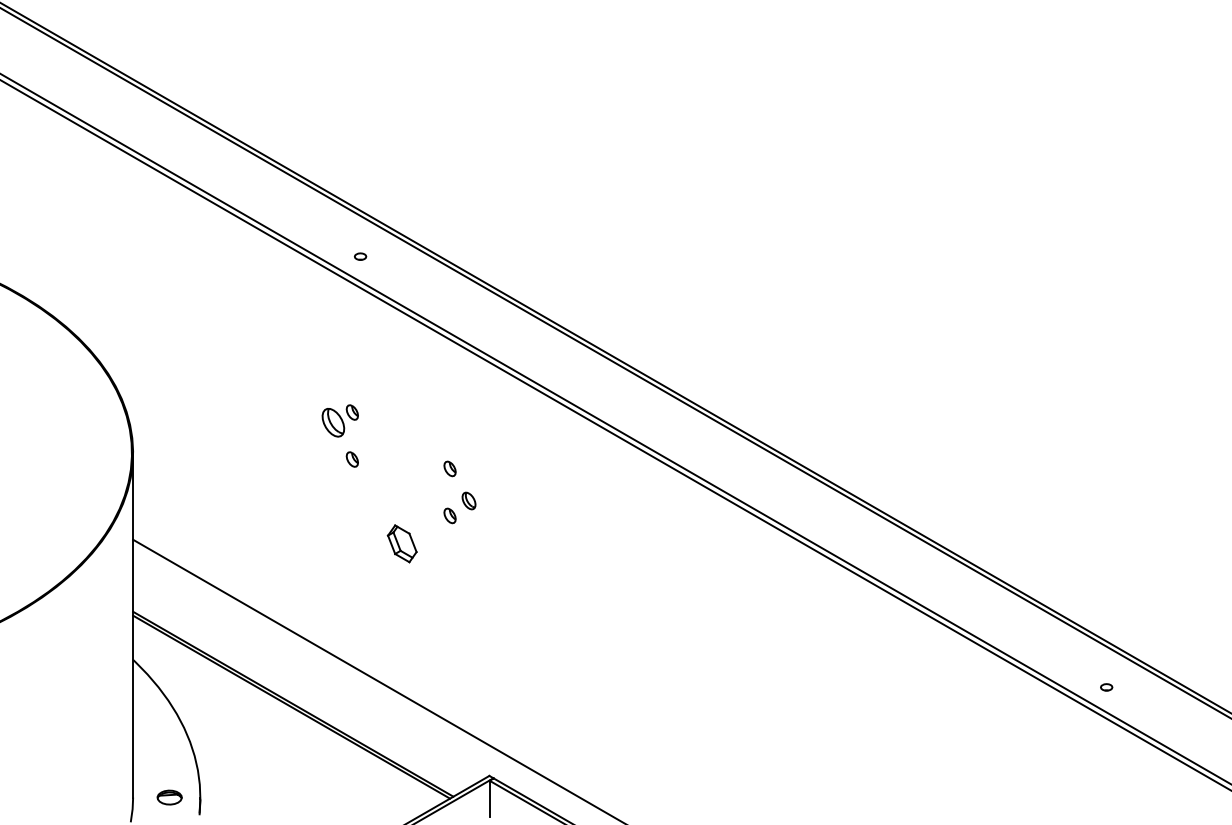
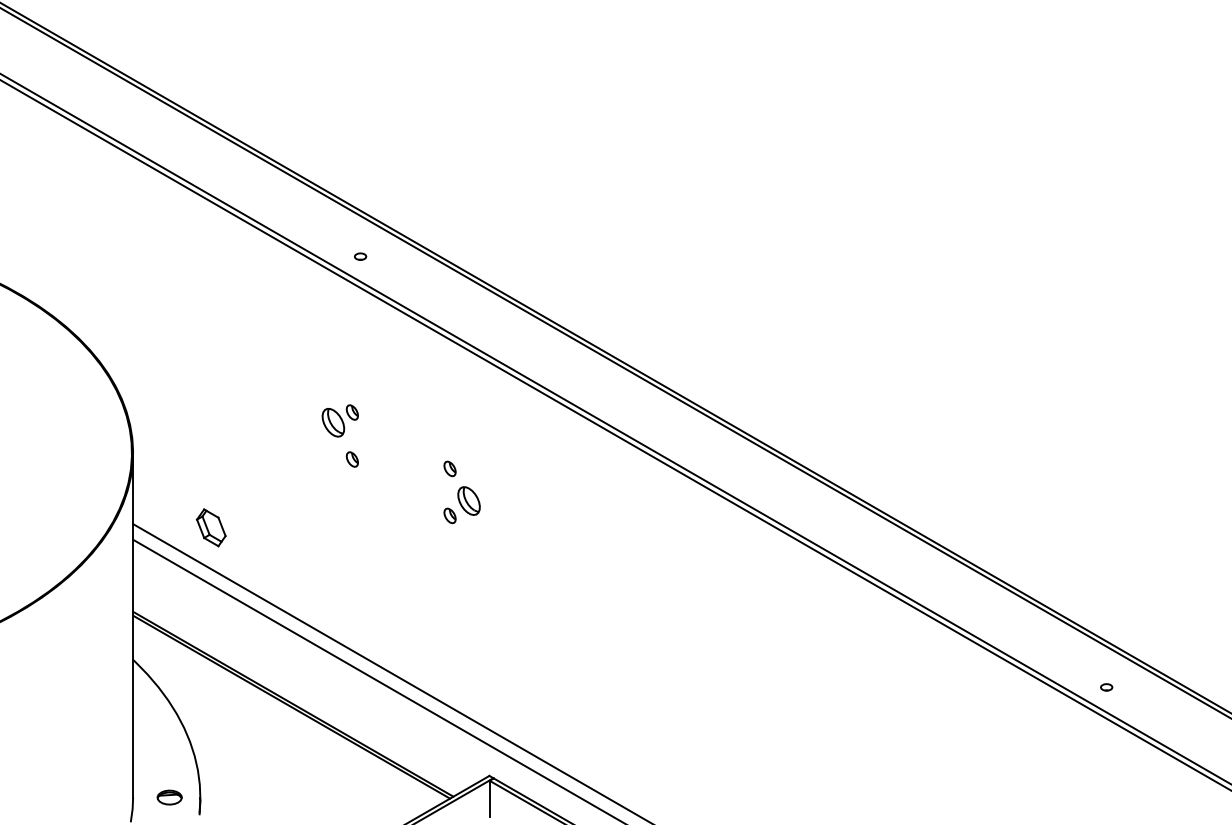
part at (468, 500) size: 16x20 px -> 24x30 px
part at (401, 543) position: (401, 543) -> (210, 527)
line at (390, 672): none -> present
